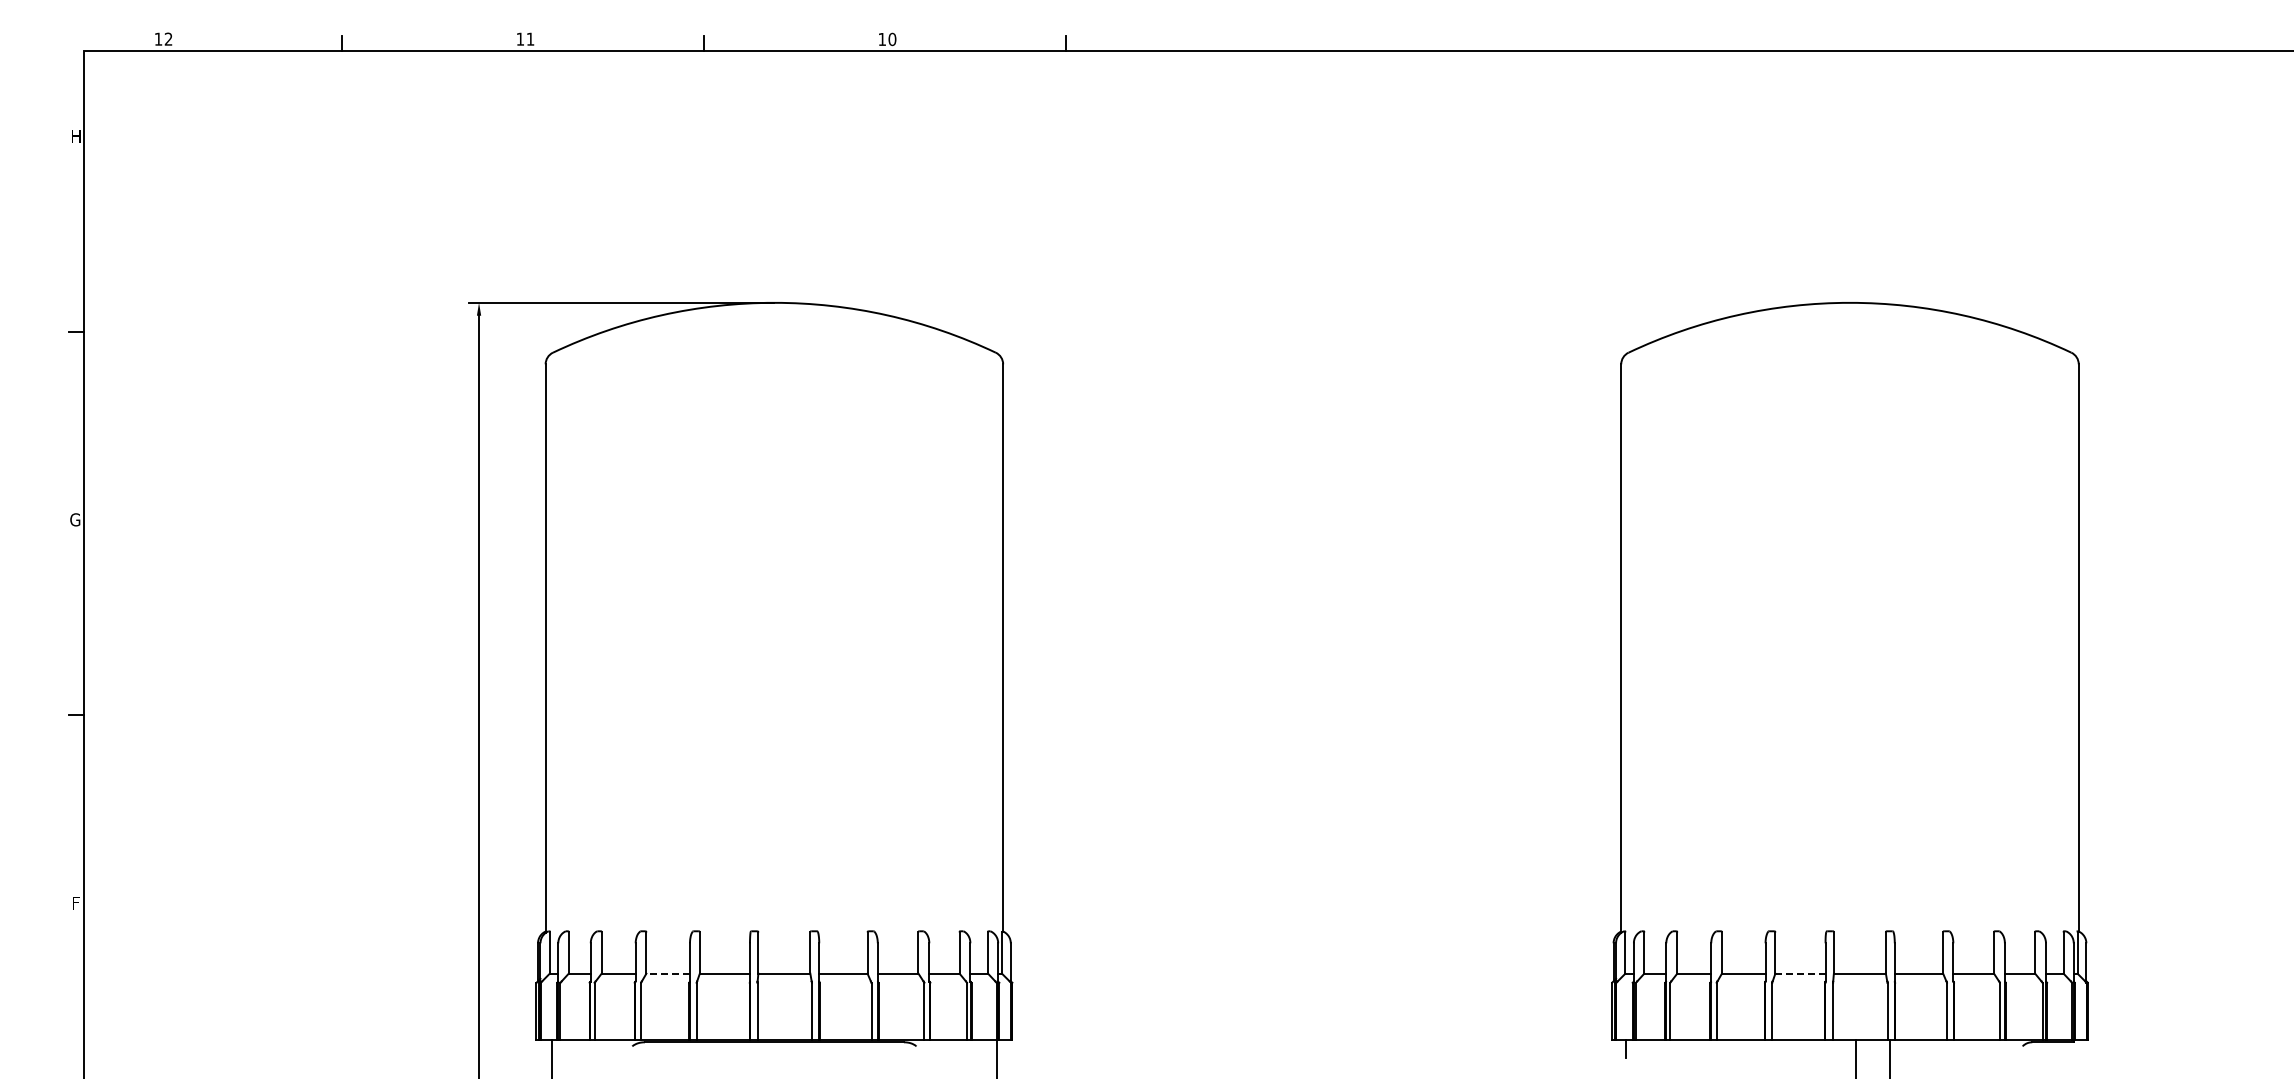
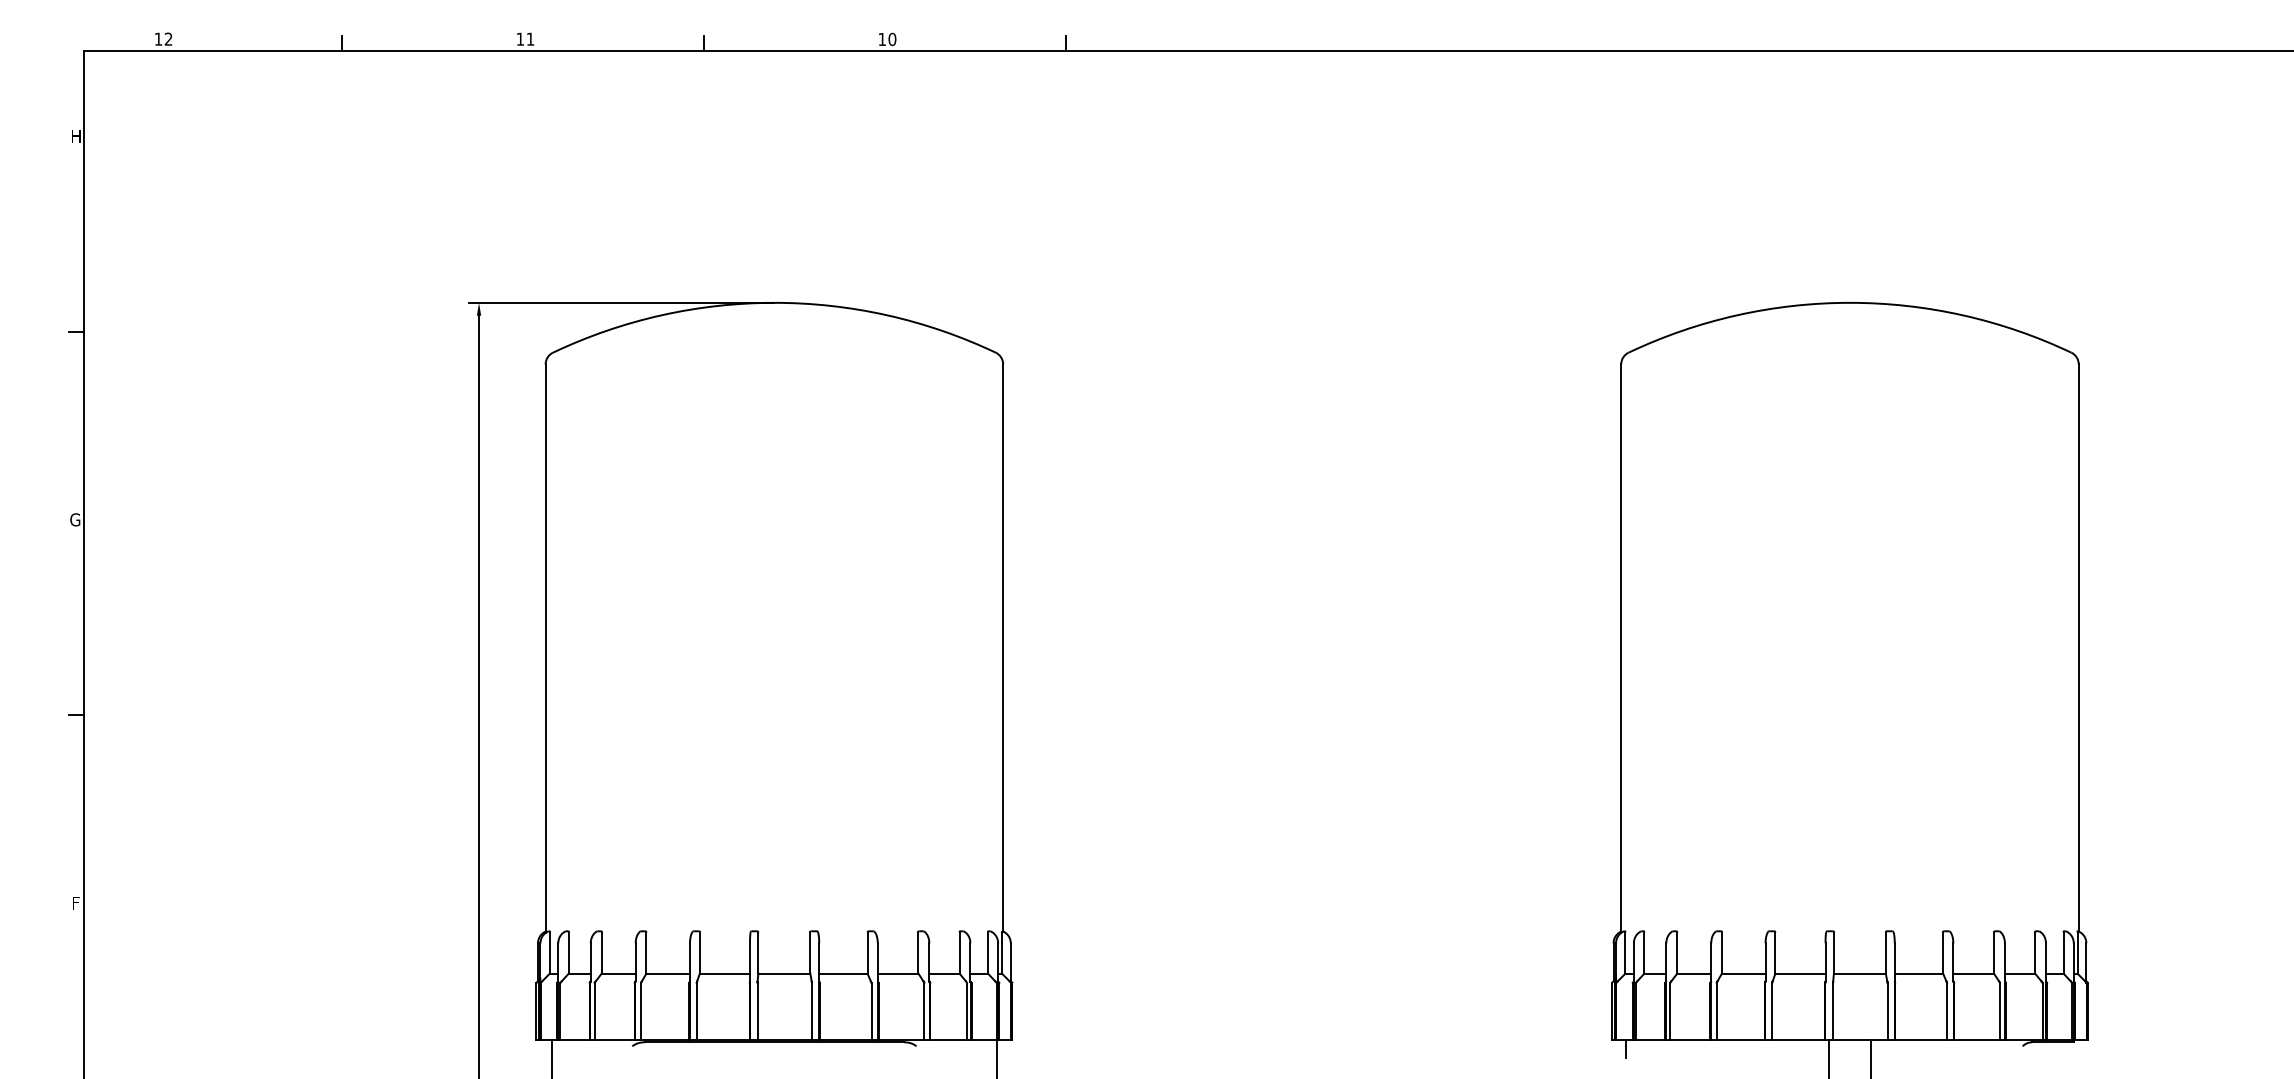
line at (668, 973): dashed -> solid
line at (1799, 973): dashed -> solid
line at (1855, 1057) position: (1855, 1057) -> (1828, 1057)
line at (1890, 1057) position: (1890, 1057) -> (1871, 1057)
